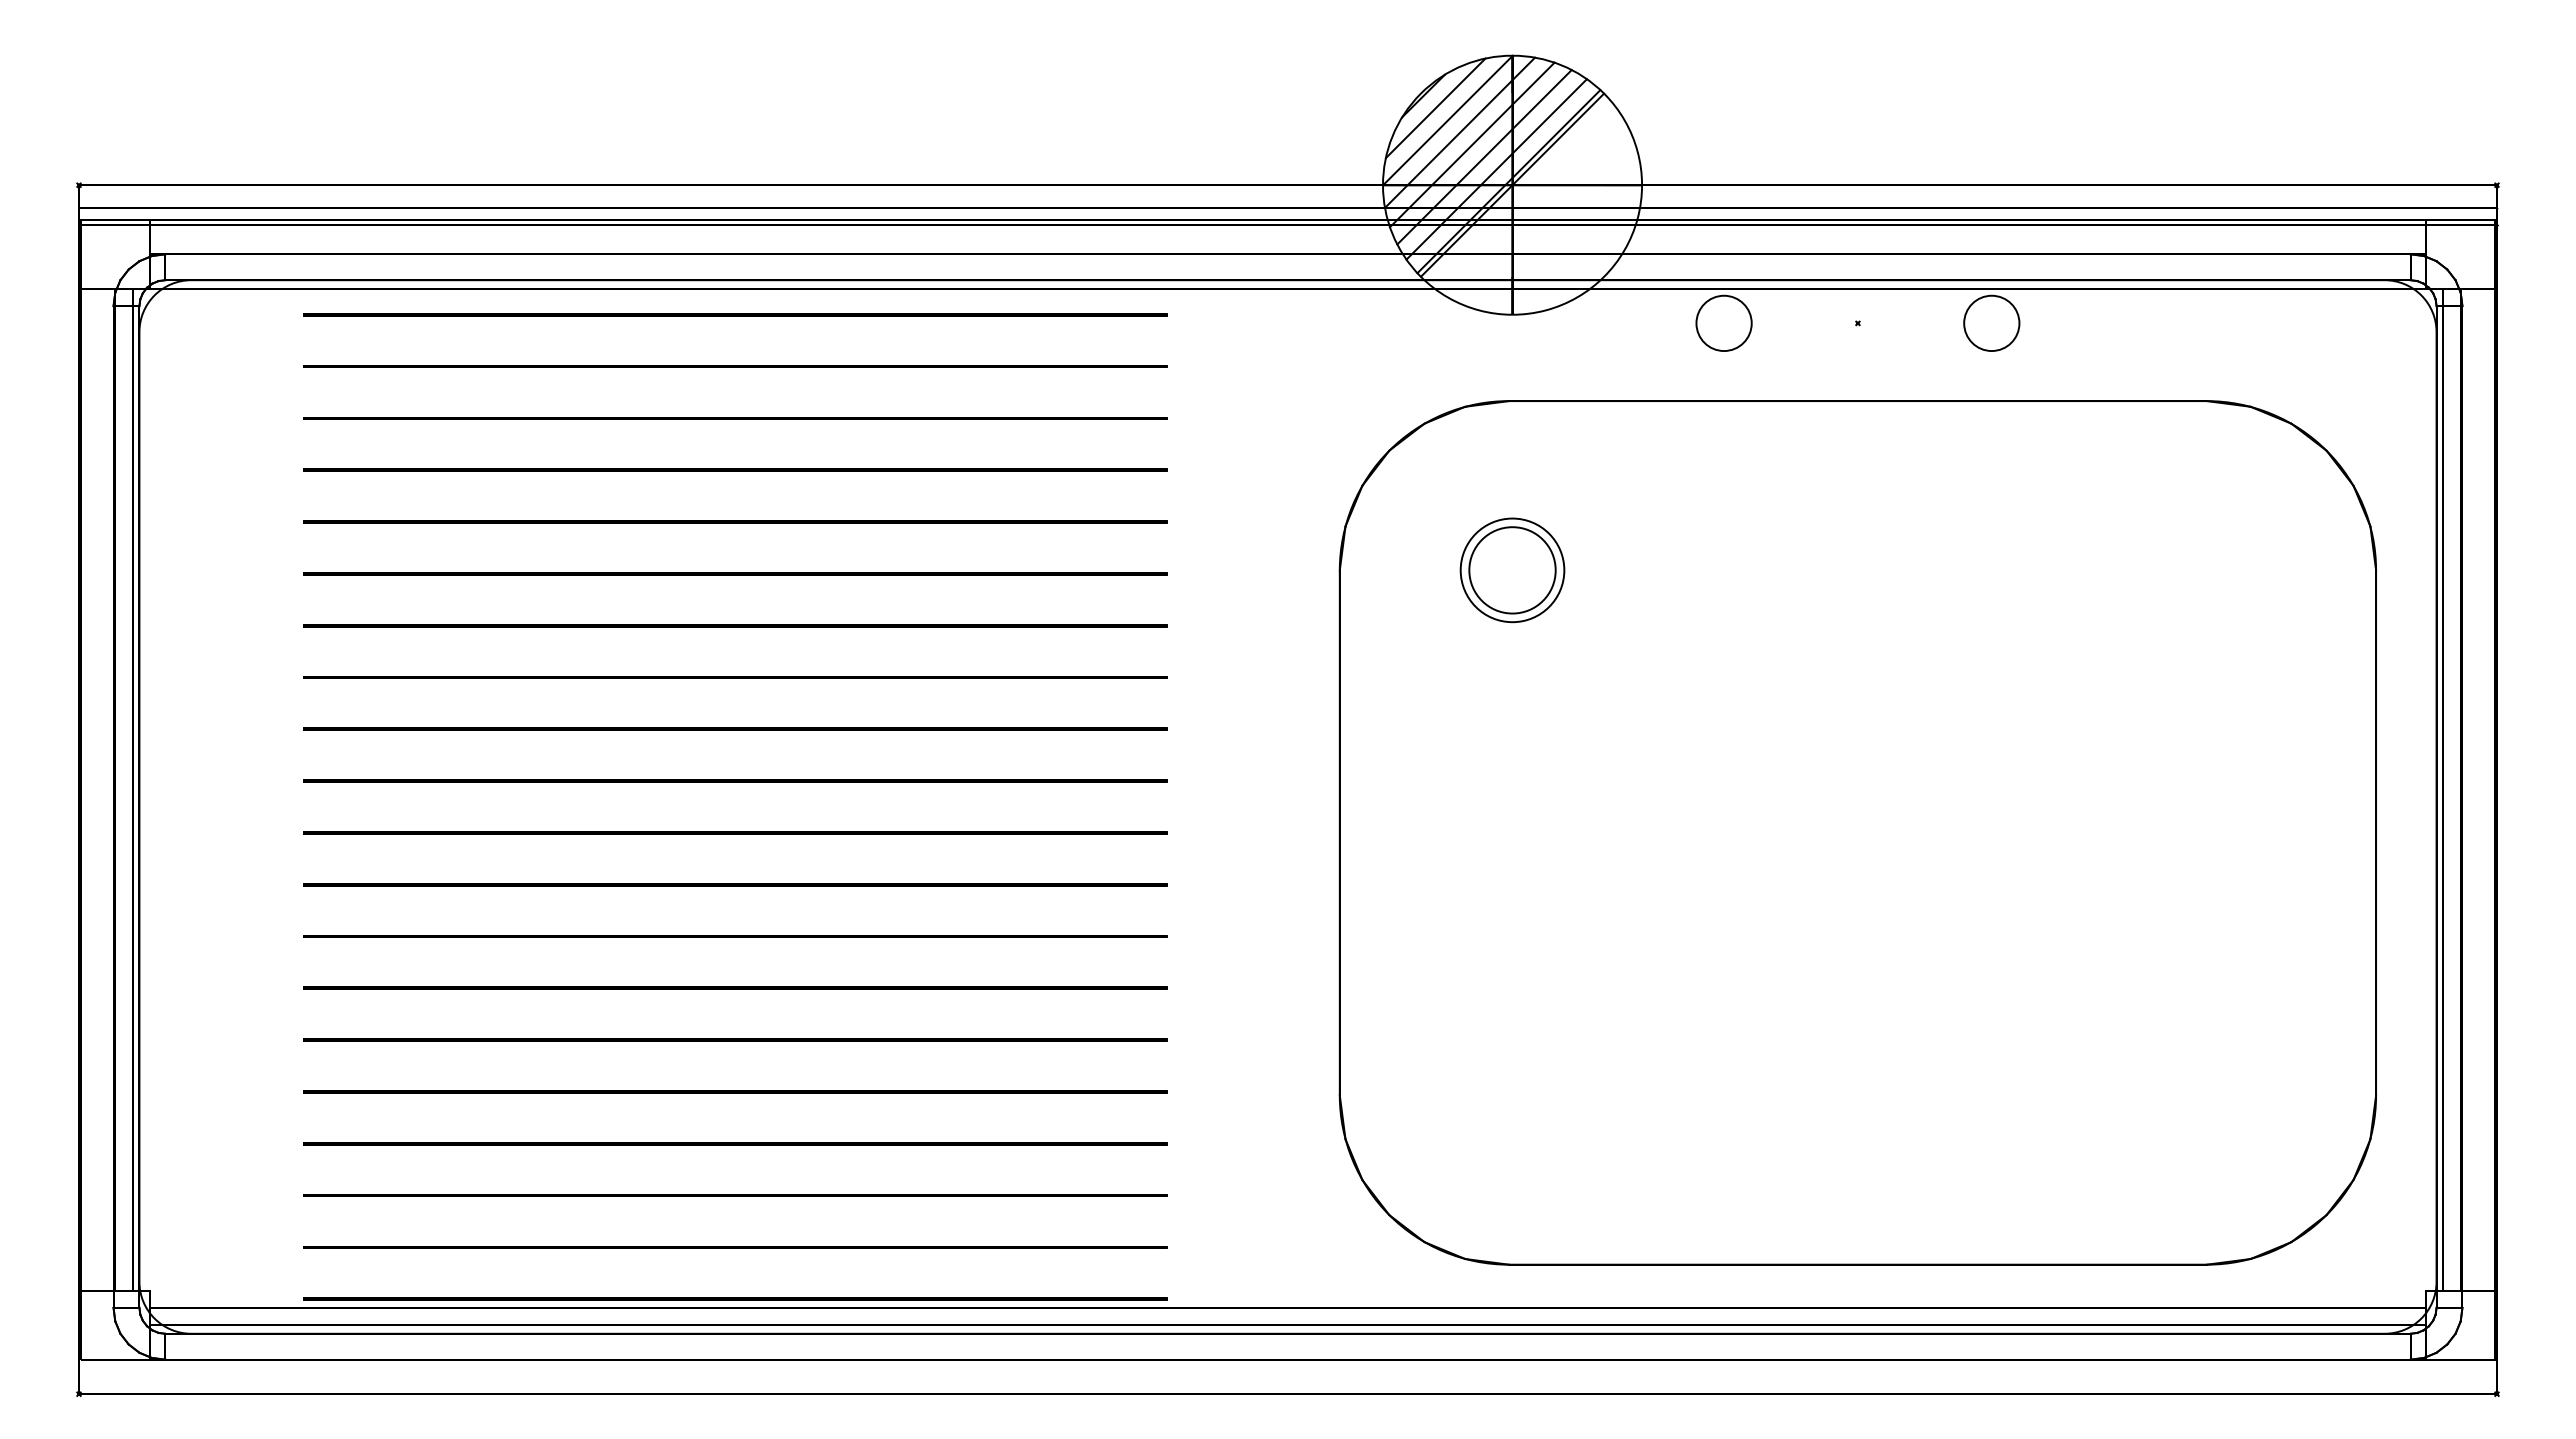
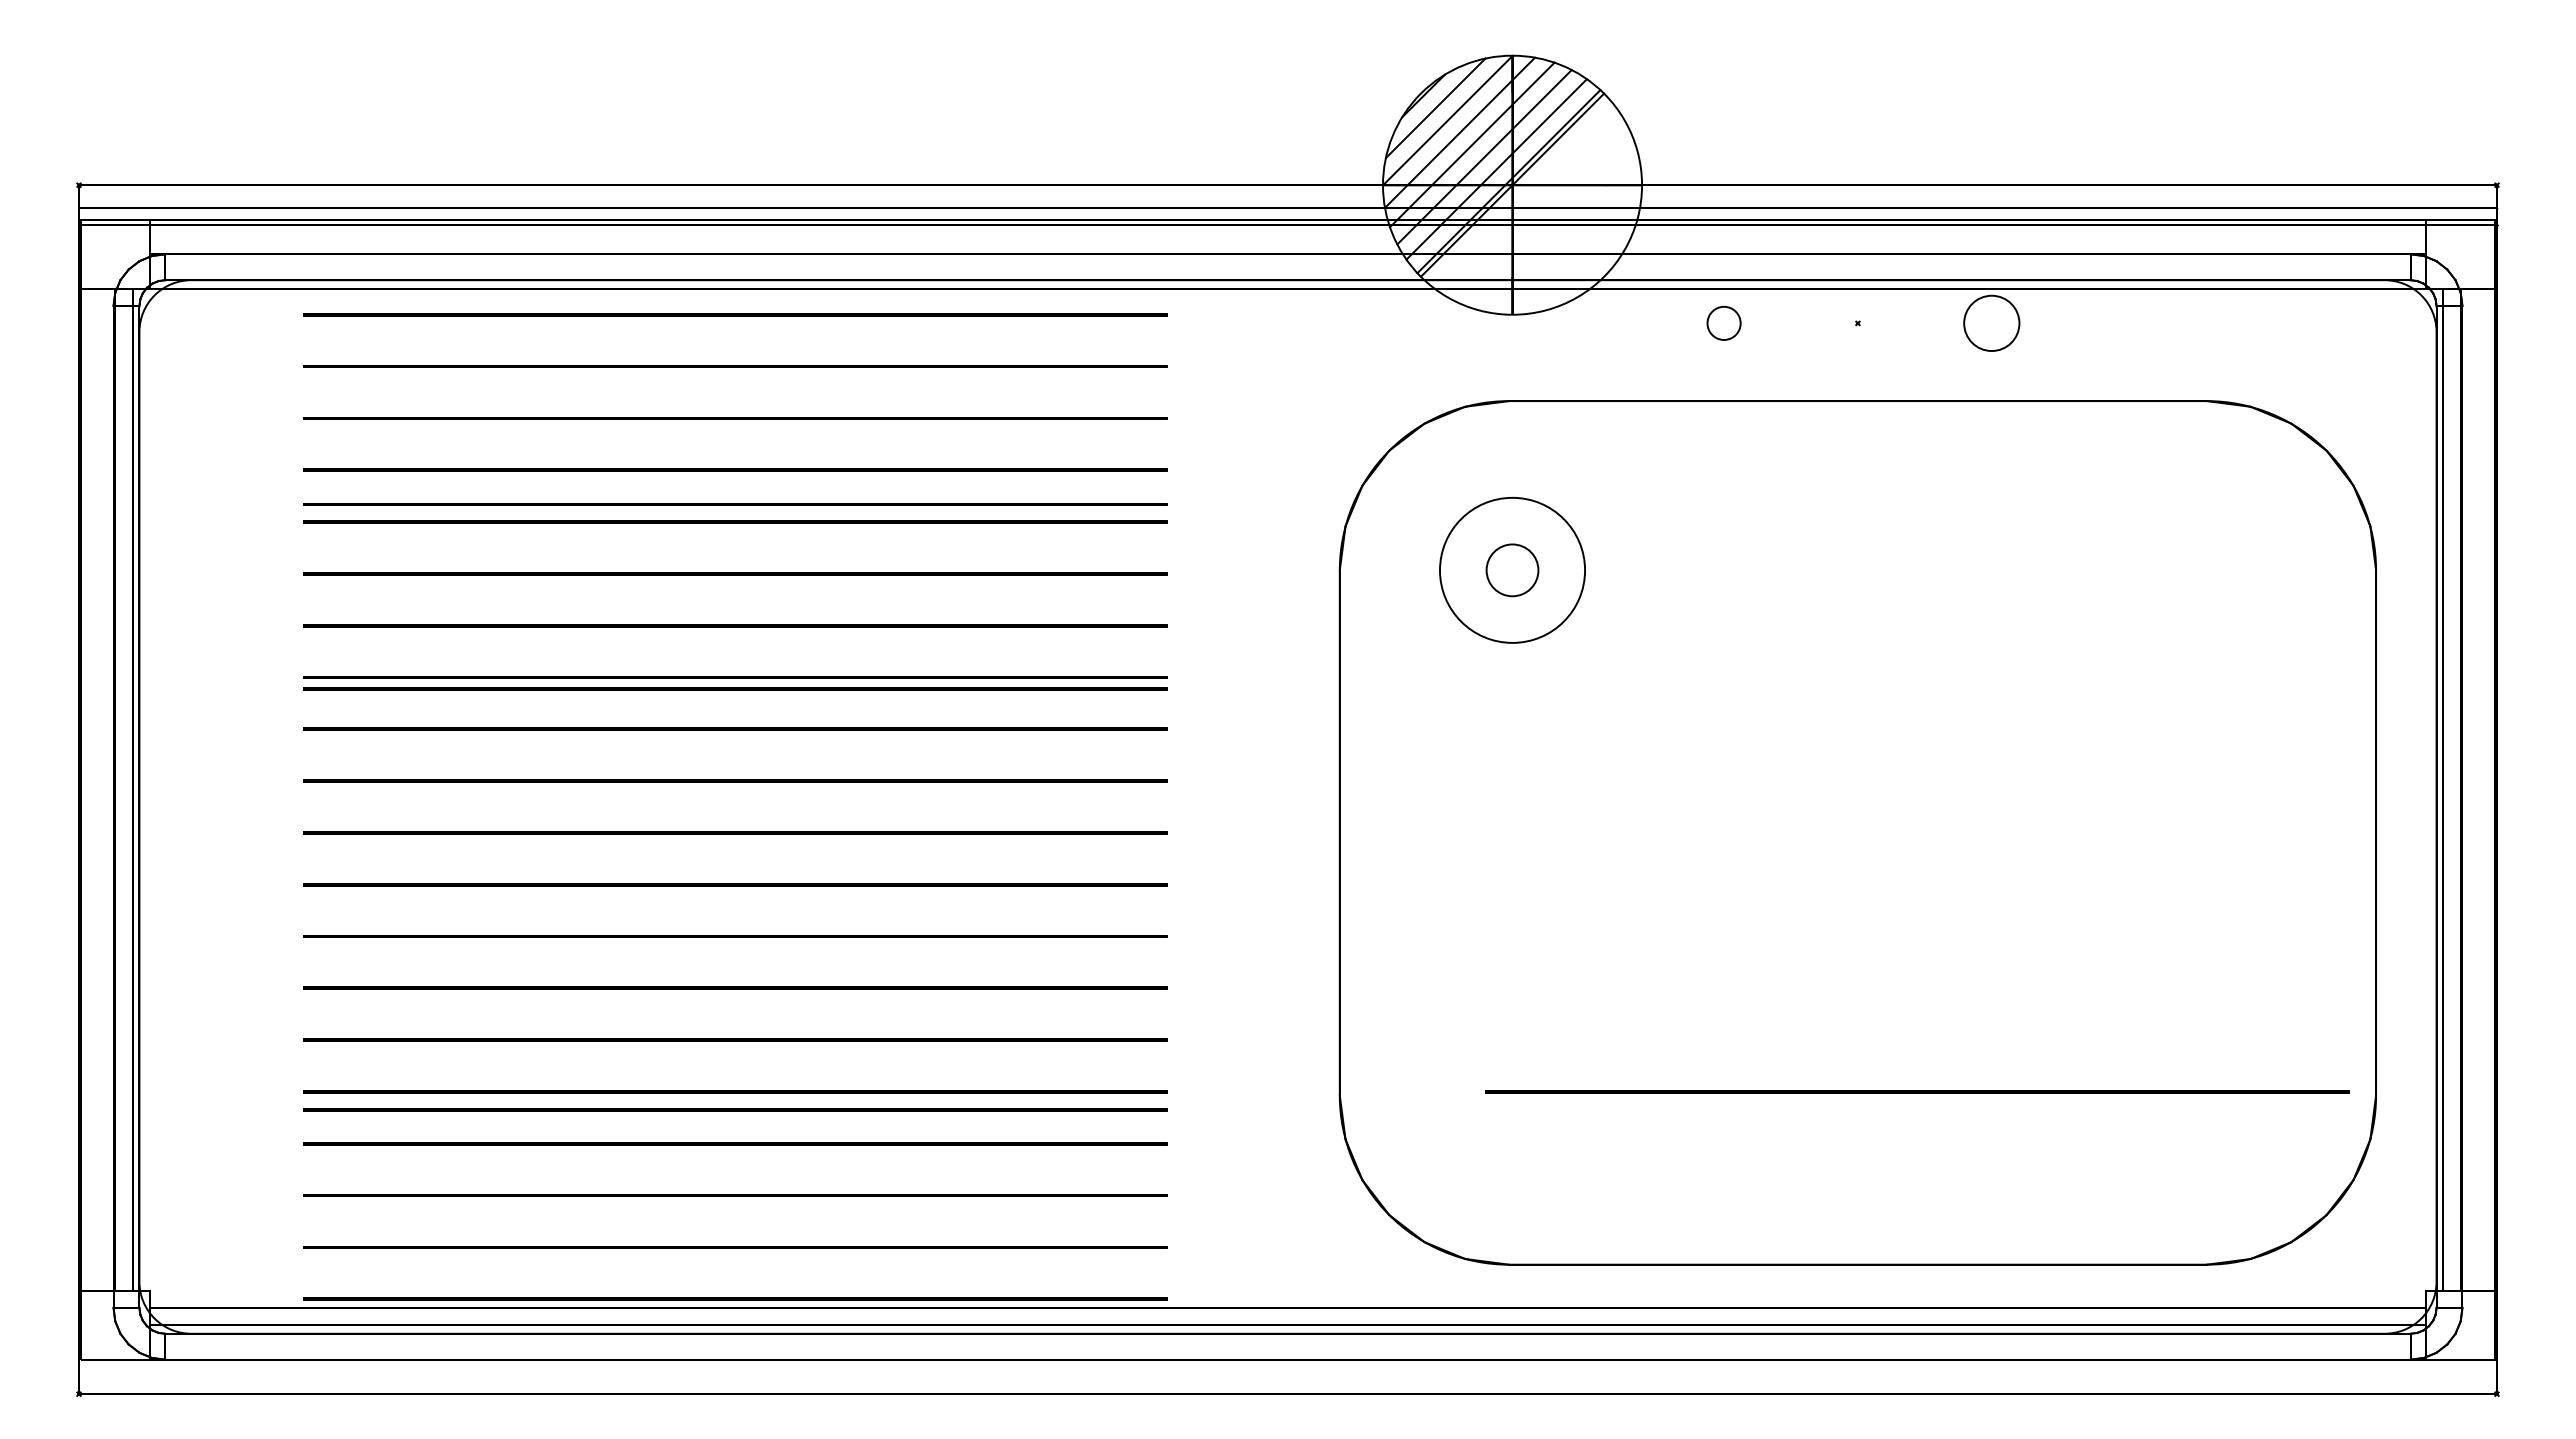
circle at (1723, 323) diameter: 55 px -> 33 px
line at (735, 504): none -> present
circle at (1512, 570) diameter: 104 px -> 145 px
circle at (1512, 570) diameter: 86 px -> 52 px
line at (735, 688): none -> present
line at (1917, 1091): none -> present
line at (735, 1109): none -> present
